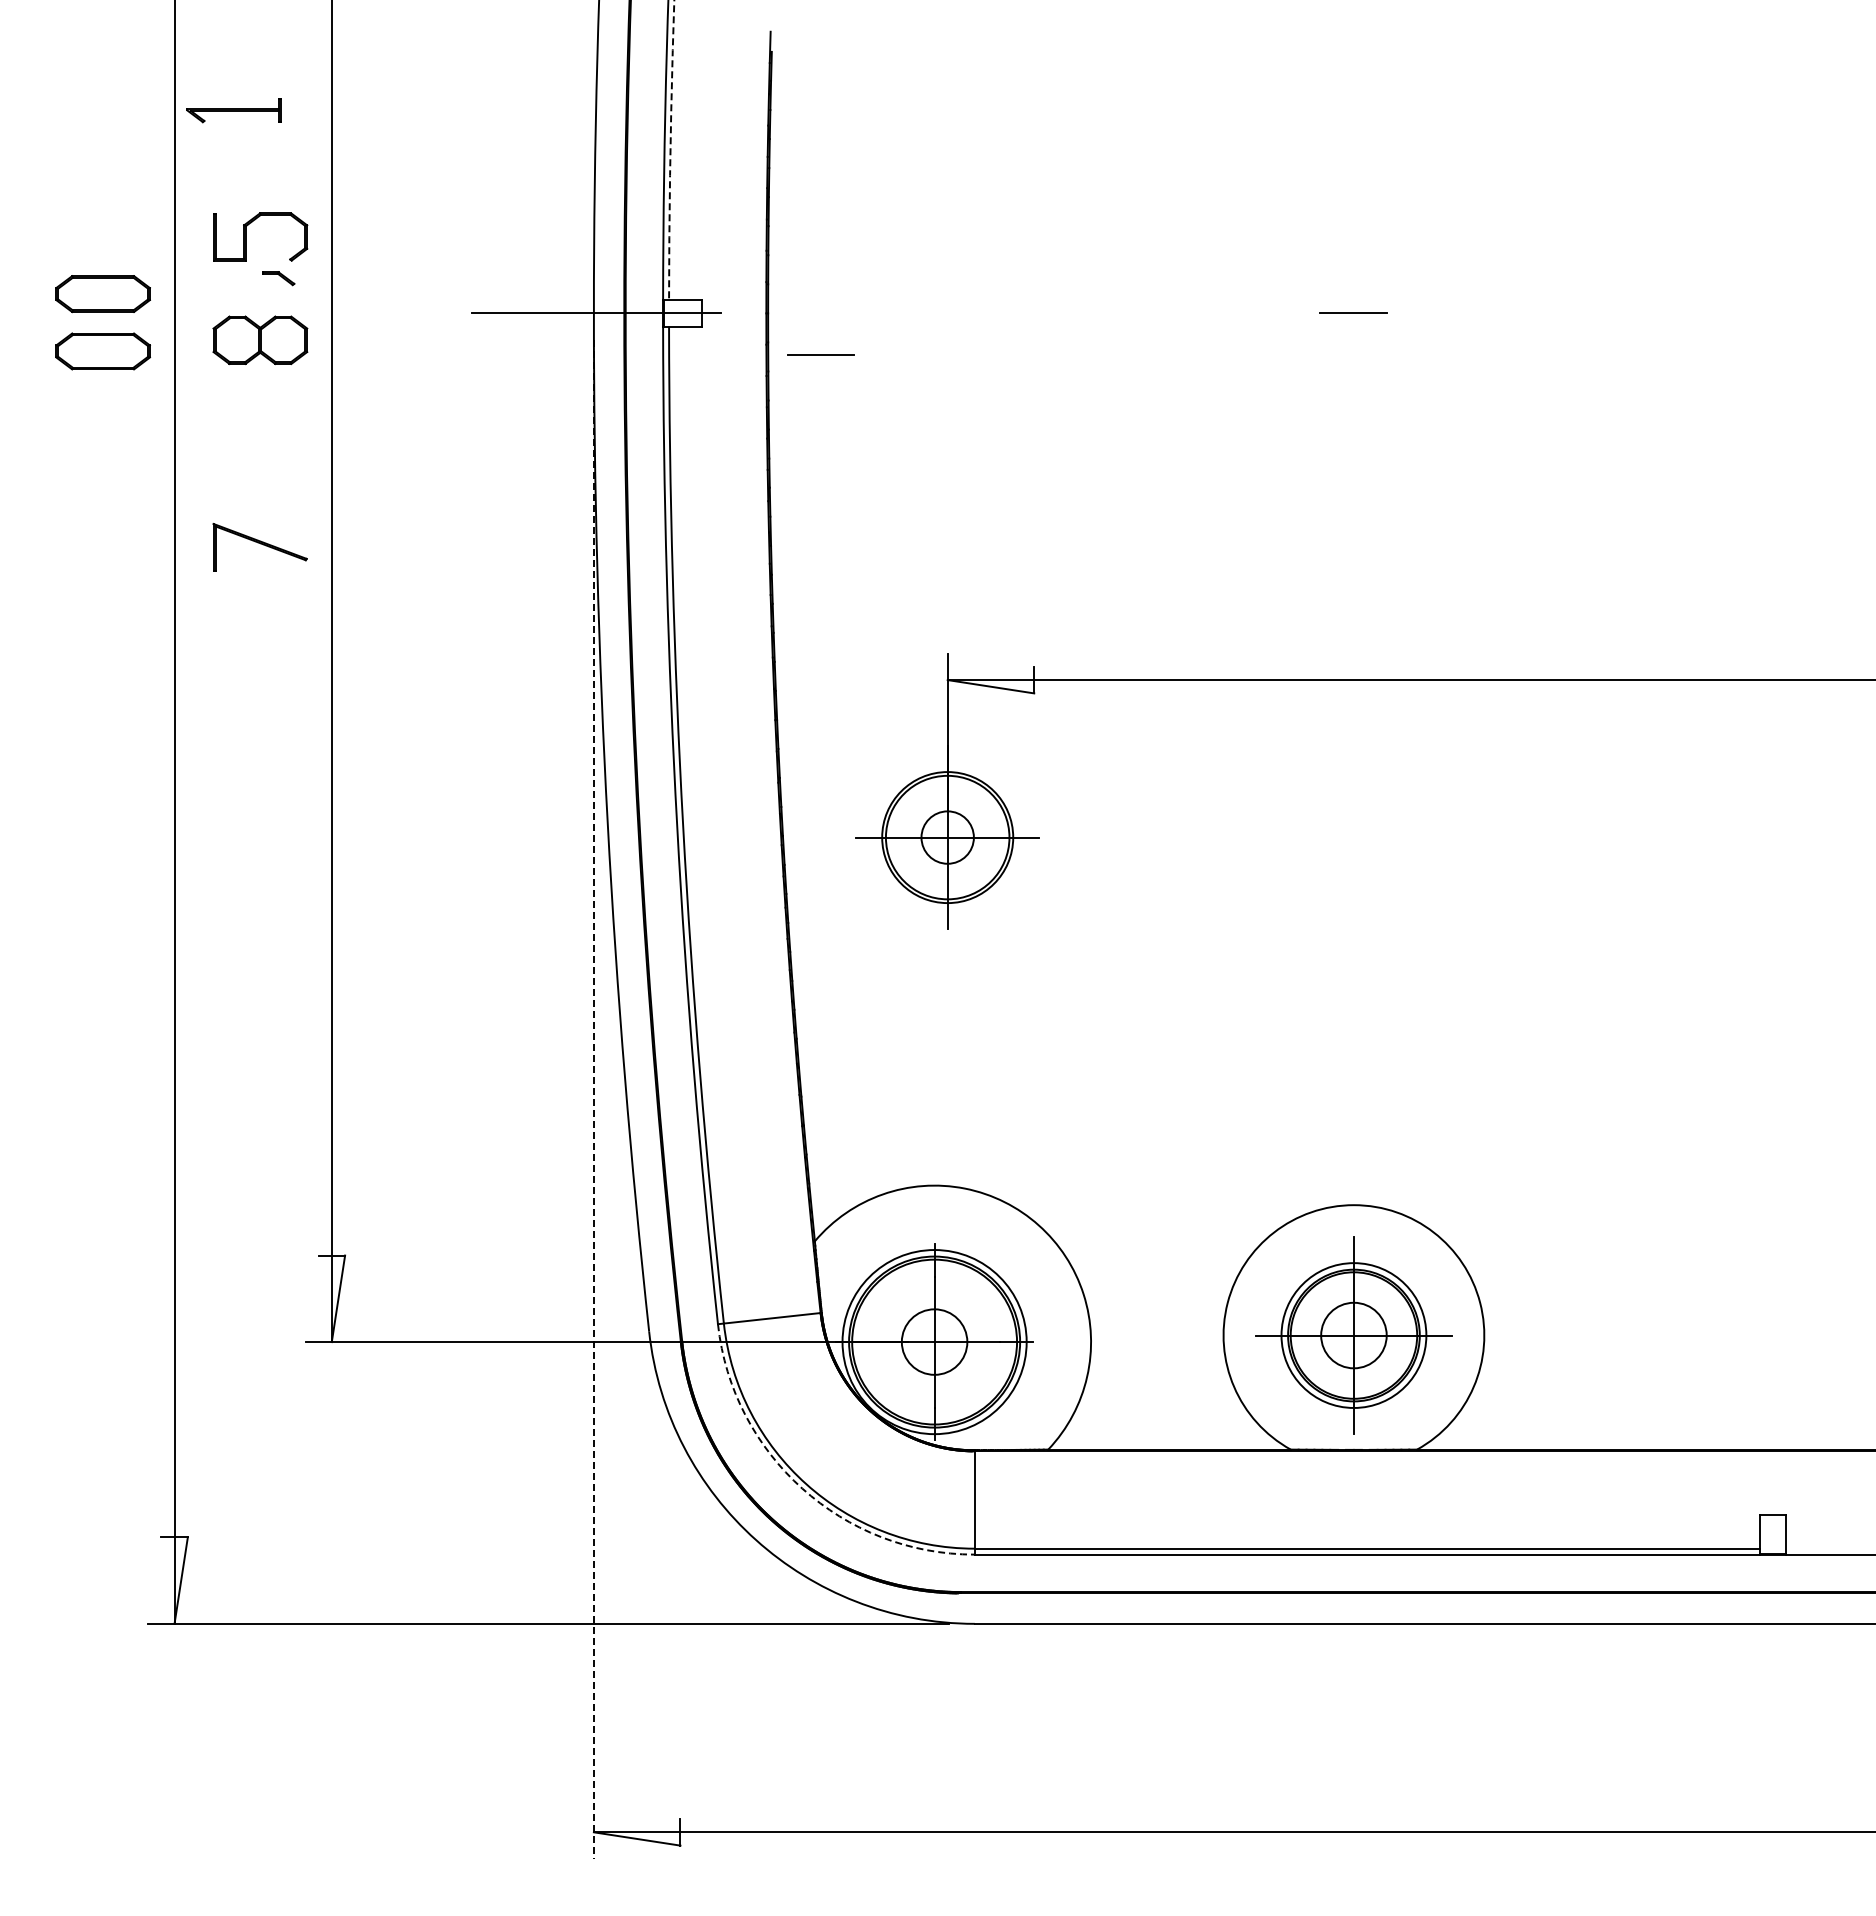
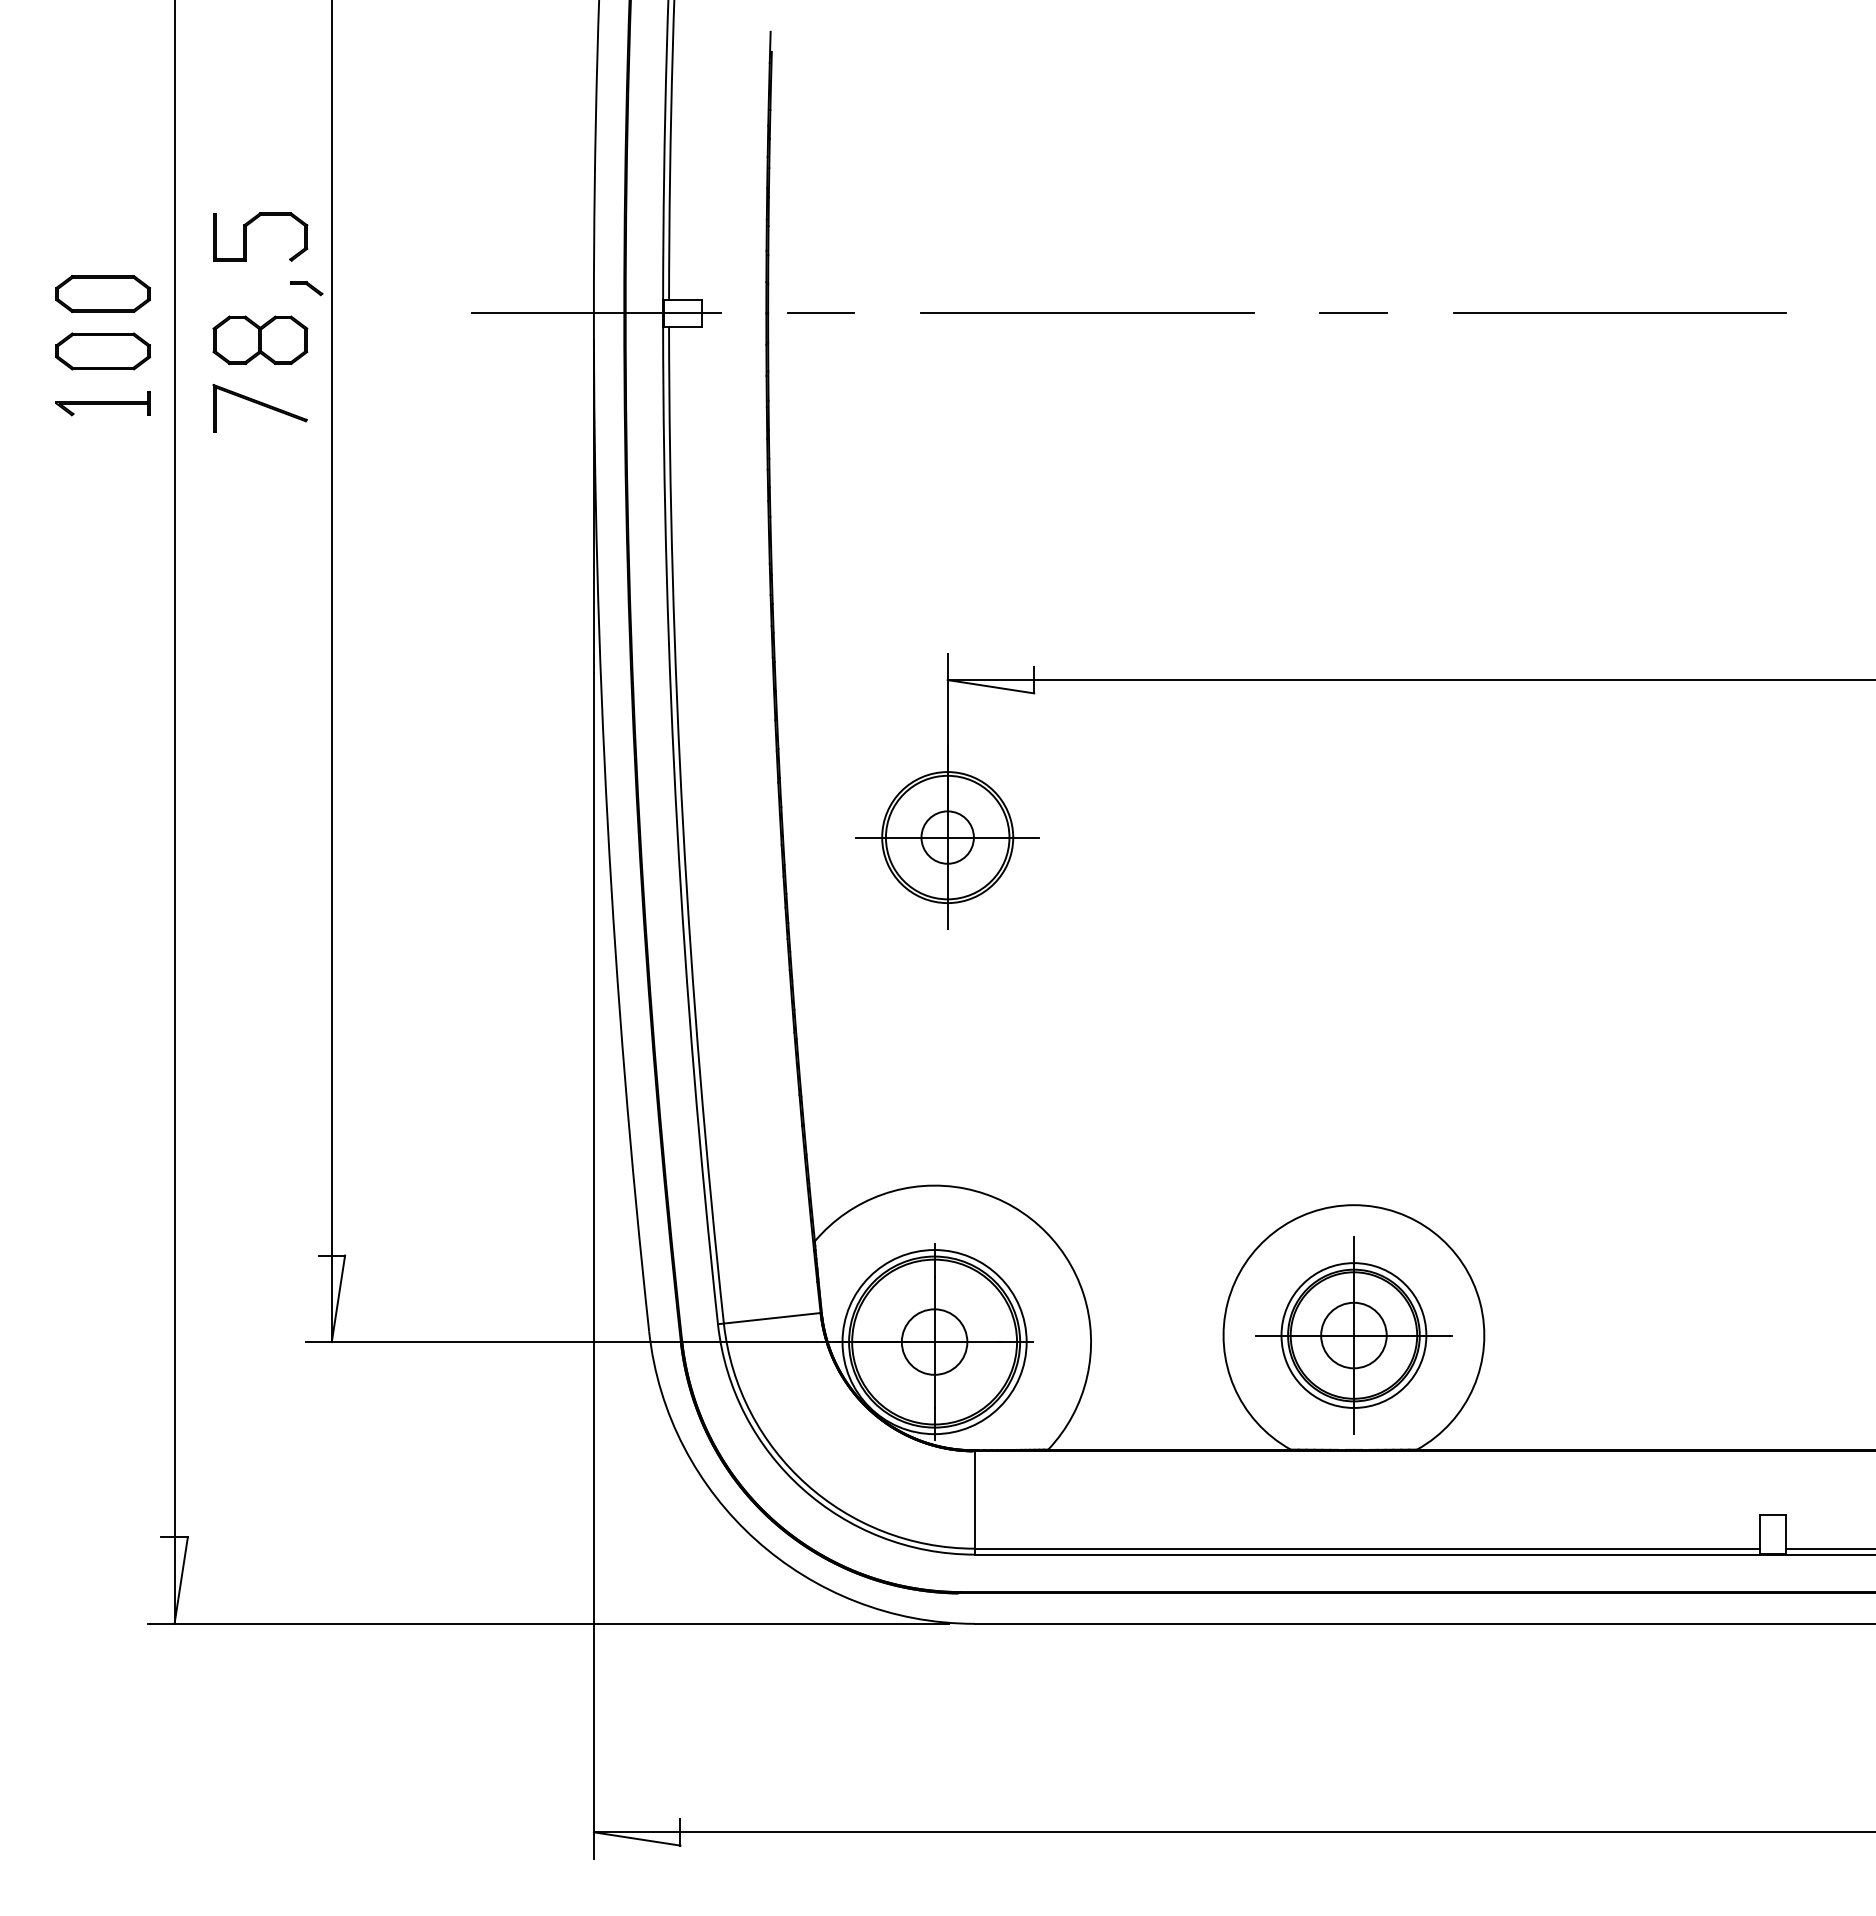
part at (233, 110) position: (233, 110) -> (102, 403)
arc at (670, 150): dashed -> solid
part at (278, 278) position: (278, 278) -> (306, 288)
line at (1087, 313): none -> present
line at (1619, 313): none -> present
line at (820, 354) position: (820, 354) -> (820, 312)
part at (259, 547) position: (259, 547) -> (259, 408)
line at (593, 1099): dashed -> solid
arc at (802, 1488): dashed -> solid
line at (1829, 1548): none -> present
